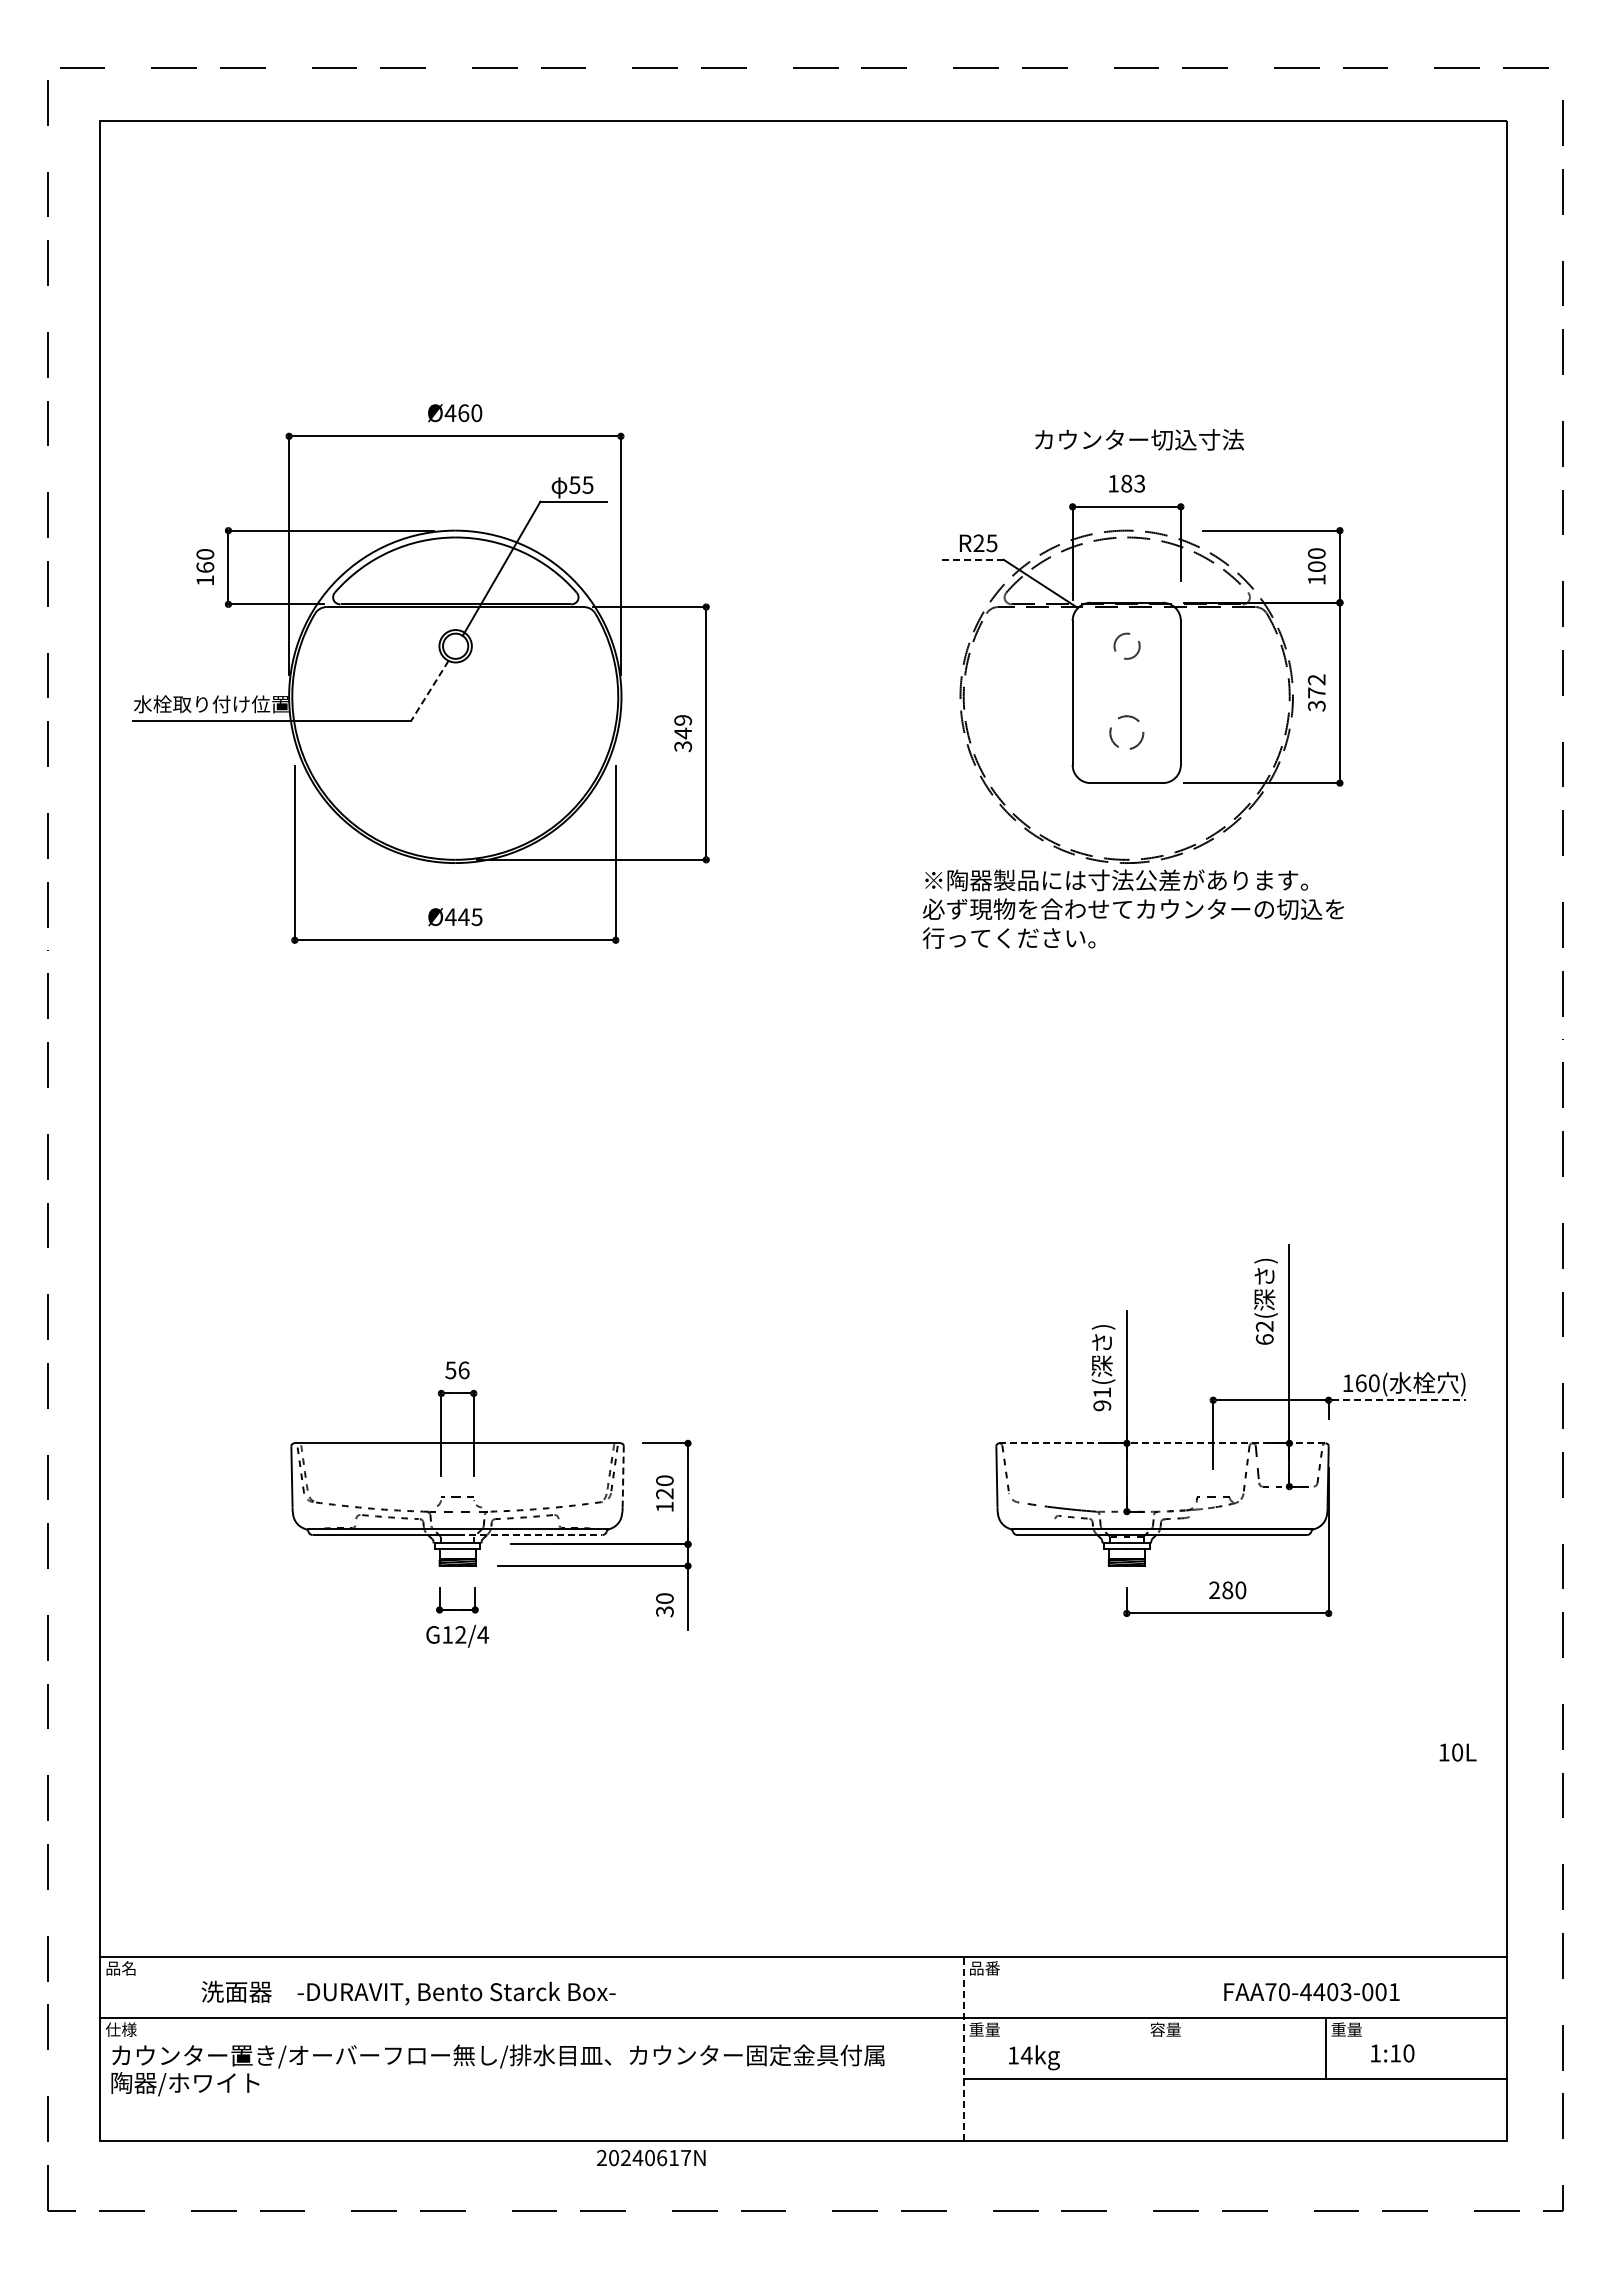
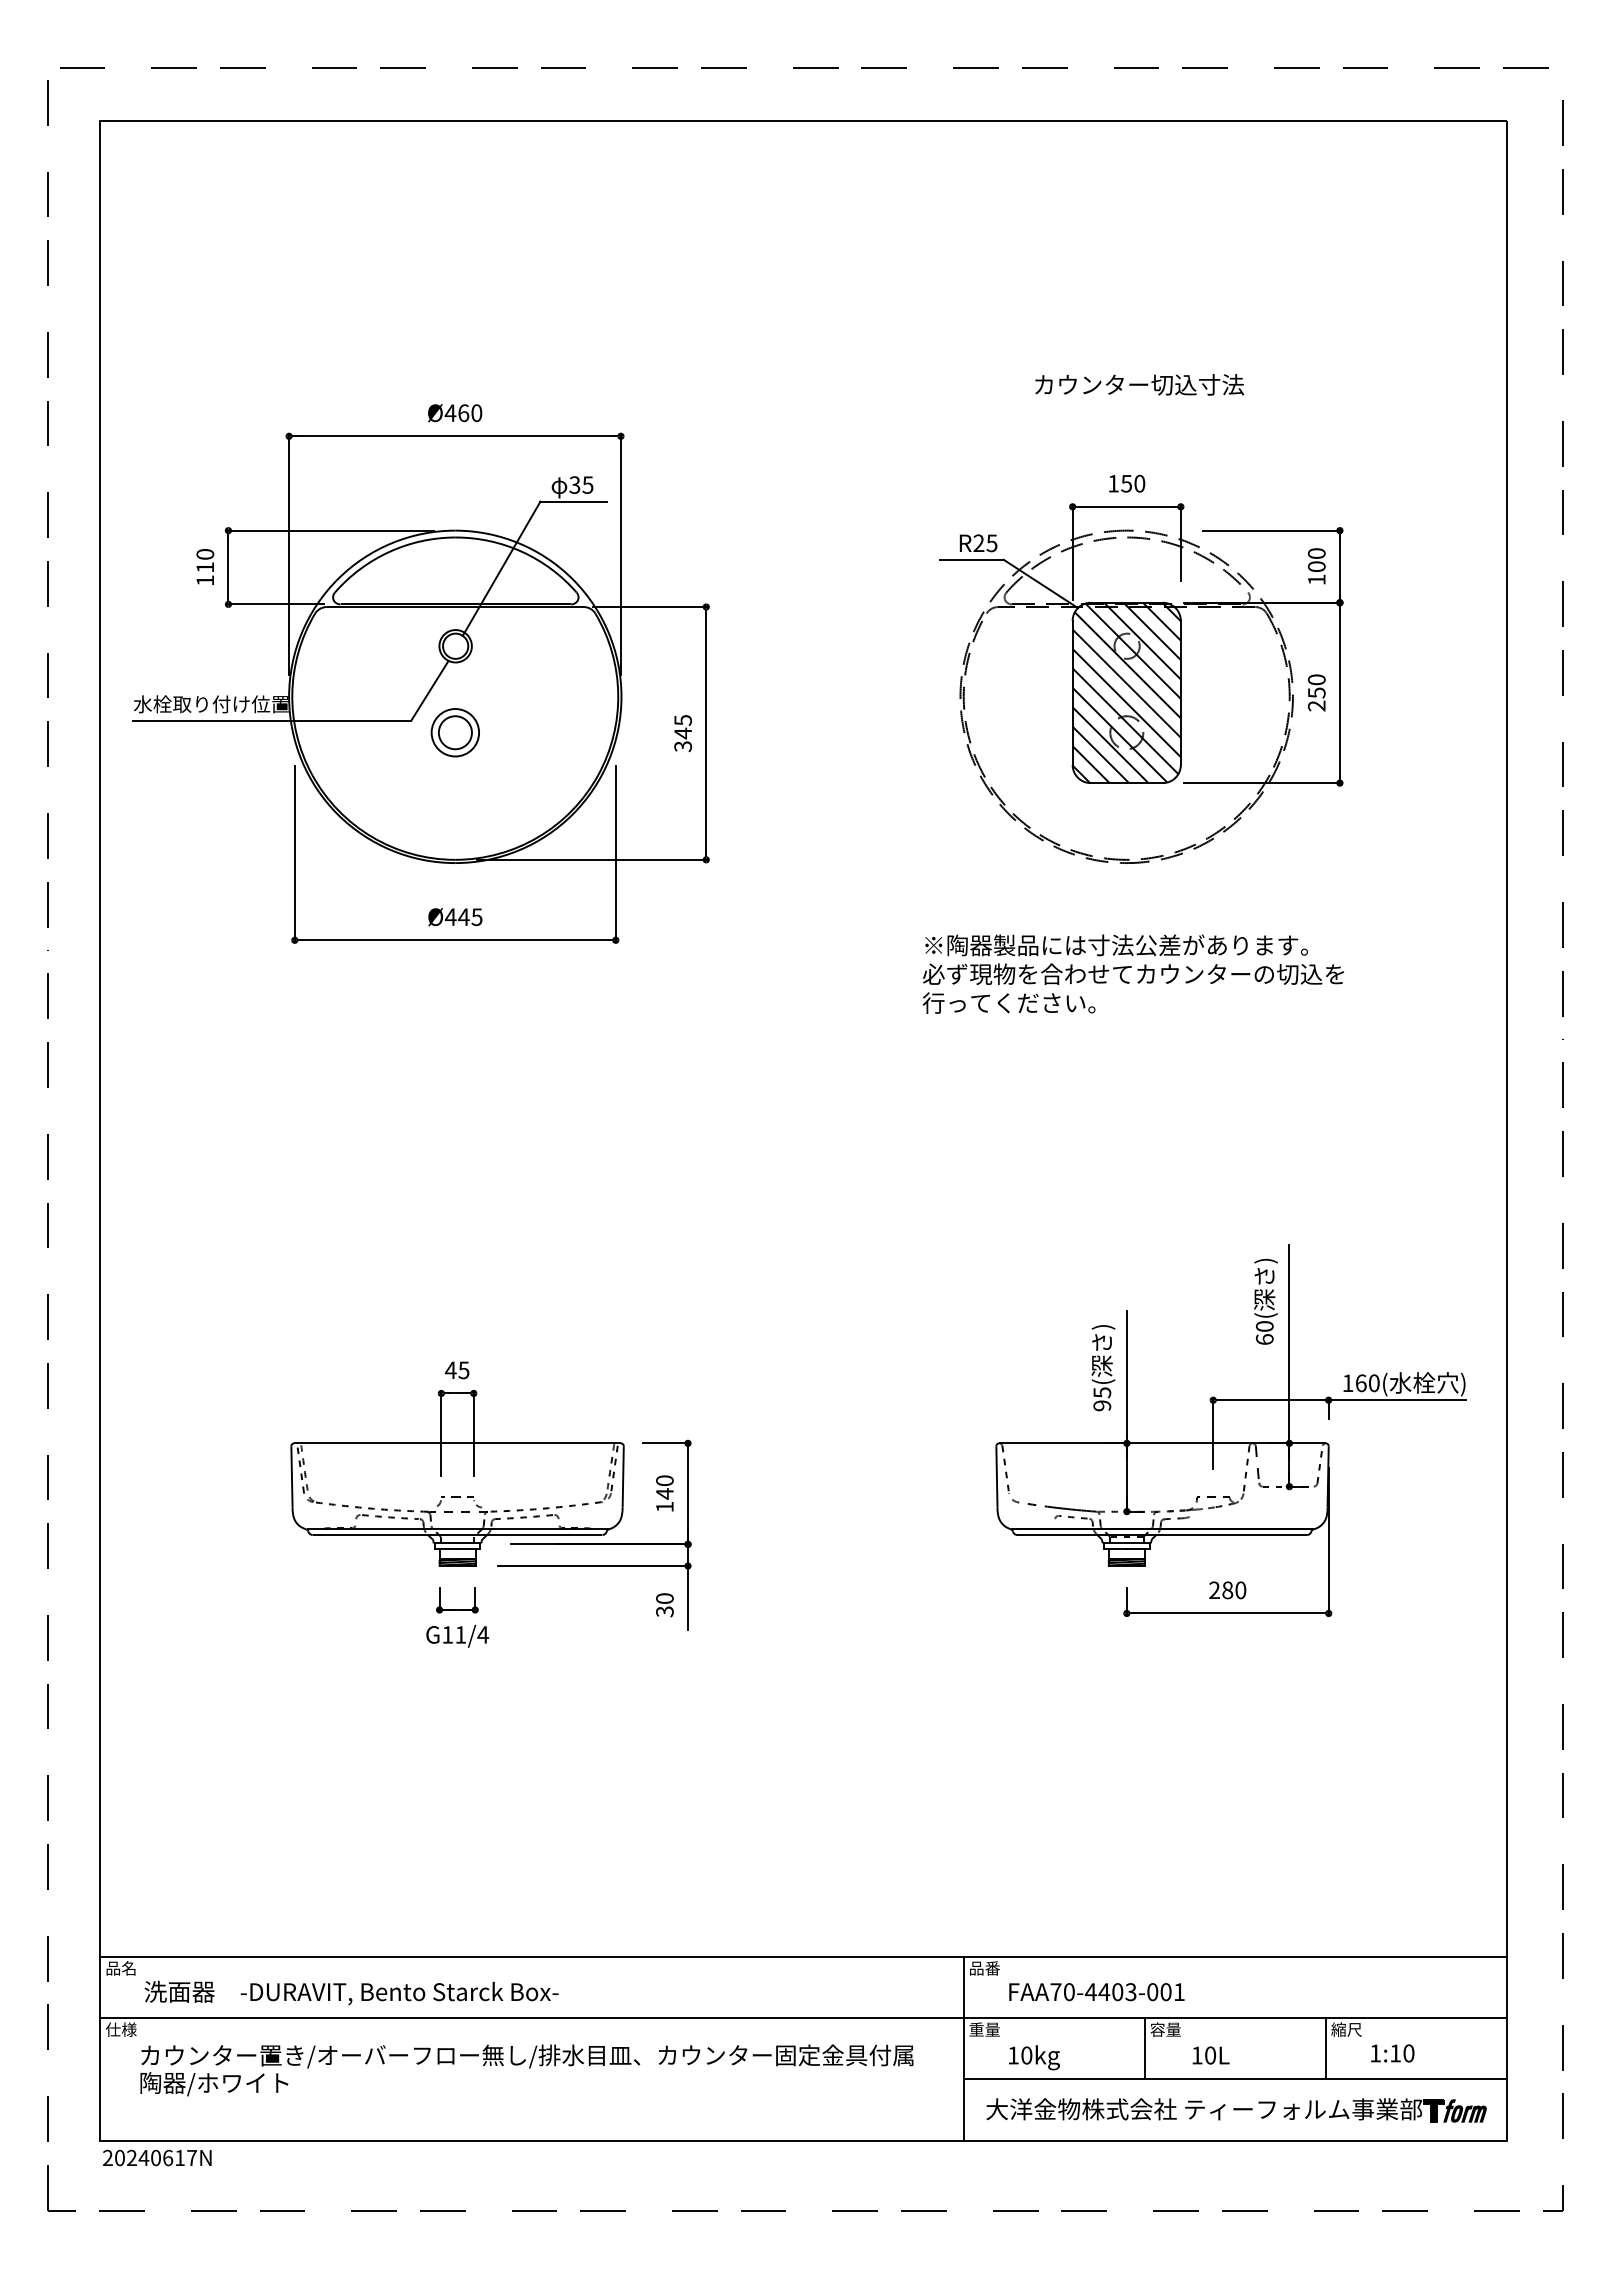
text at (1139, 439) position: (1139, 439) -> (1139, 384)
text at (1133, 483): 183 -> 150
text at (575, 484): 55 -> 35
line at (972, 559): dashed -> solid
text at (205, 567): 160 -> 110
line at (429, 691): dashed -> solid
hatch at (1126, 692): none -> present
text at (1316, 692): 372 -> 250
text at (682, 720): 349 -> 345
part at (454, 732): none -> present
text at (1133, 908) position: (1133, 908) -> (1133, 973)
text at (1264, 1326): 62( -> 60(
text at (457, 1370): 56 -> 45
text at (1102, 1392): 91( -> 95(
line at (1394, 1400): dashed -> solid
line at (1163, 1443): dashed -> solid
line at (623, 1476): dashed -> solid
text at (664, 1493): 120 -> 140
line at (530, 1534): dashed -> solid
text at (460, 1634): G12/4 -> G11/4
text at (1457, 1752) position: (1457, 1752) -> (1210, 2055)
text at (408, 1992) position: (408, 1992) -> (351, 1992)
text at (1311, 1992) position: (1311, 1992) -> (1096, 1992)
text at (1346, 2029): 重量 -> 縮尺
line at (963, 2048): dashed -> solid
line at (1144, 2048): none -> present
text at (1026, 2055): 14kg -> 10kg
text at (497, 2070) position: (497, 2070) -> (526, 2070)
part at (1236, 2110): none -> present
text at (651, 2157) position: (651, 2157) -> (157, 2157)
